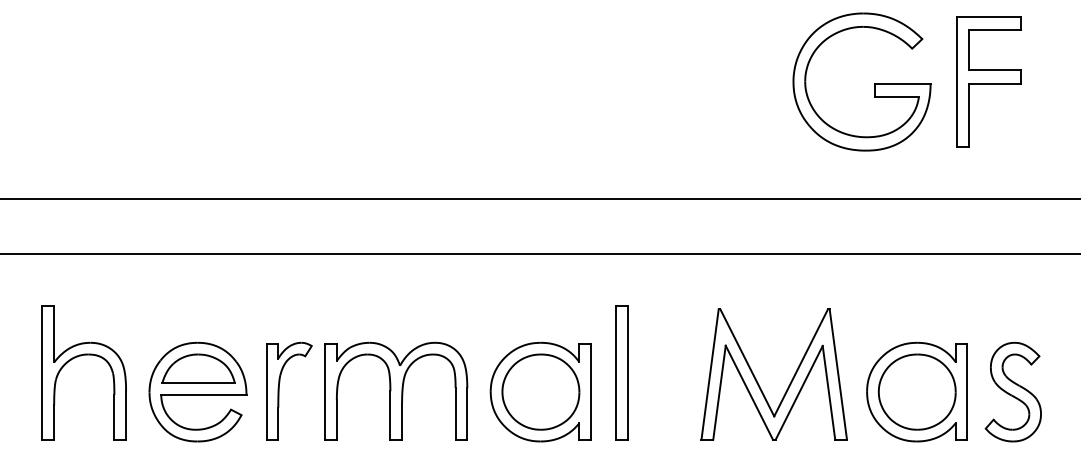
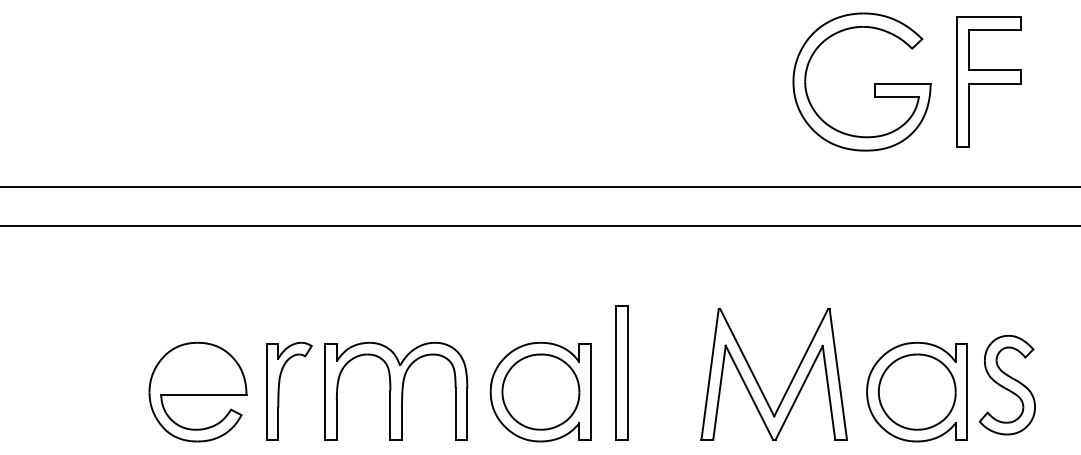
line at (539, 198) position: (539, 198) -> (539, 186)
line at (539, 254) position: (539, 254) -> (539, 226)
part at (81, 356): present -> none
part at (198, 368): present -> none
part at (1012, 391) position: (1012, 391) -> (1006, 384)
